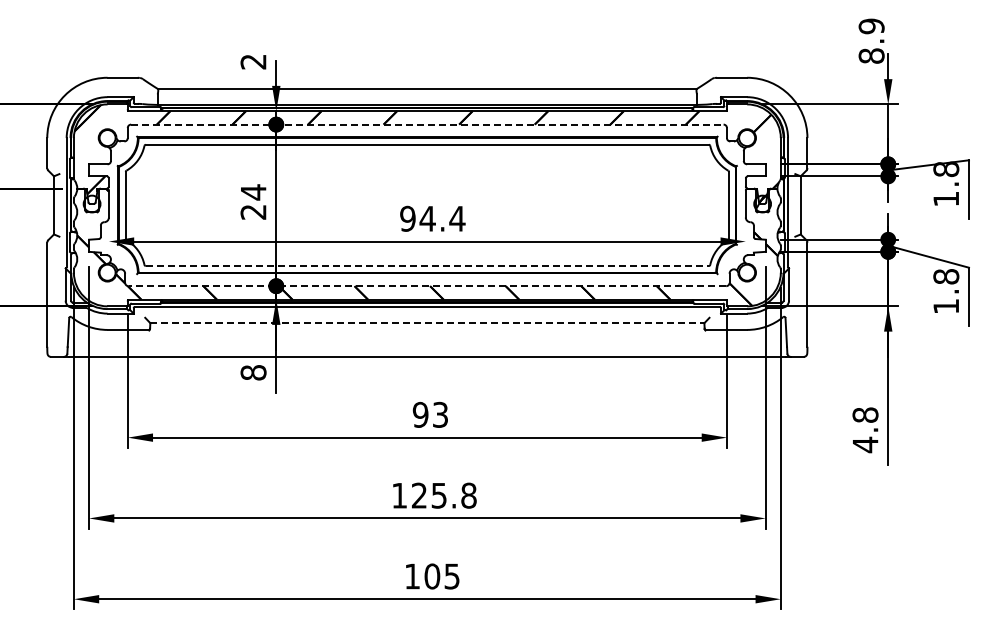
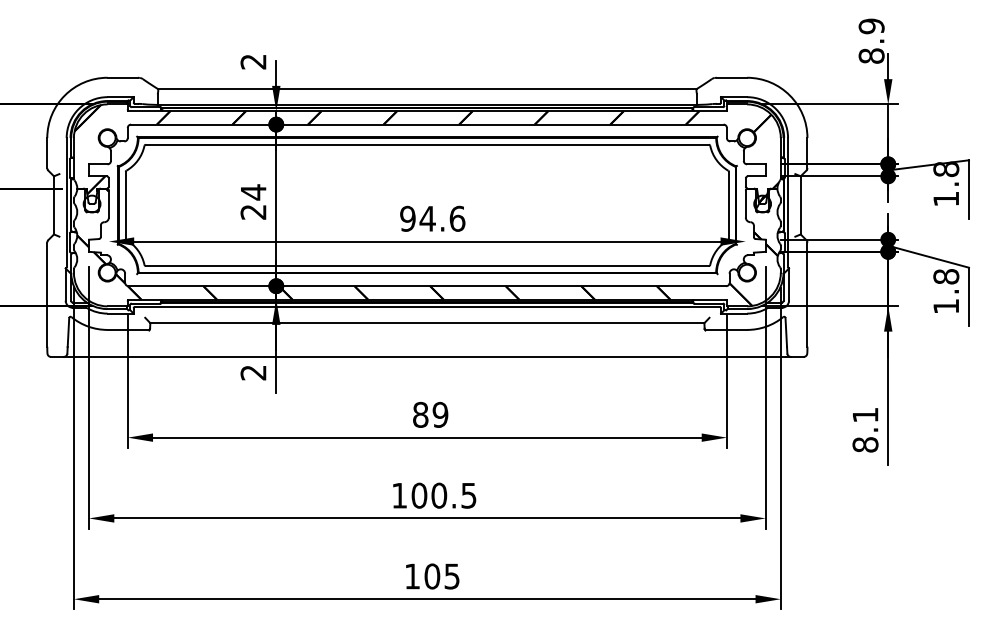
line at (427, 124): dashed -> solid
text at (457, 218): 94.4 -> 94.6
line at (427, 265): dashed -> solid
line at (427, 286): dashed -> solid
line at (427, 323): dashed -> solid
text at (253, 372): 8 -> 2
text at (430, 414): 93 -> 89
text at (865, 430): 4.8 -> 8.1
text at (443, 495): 125.8 -> 100.5
